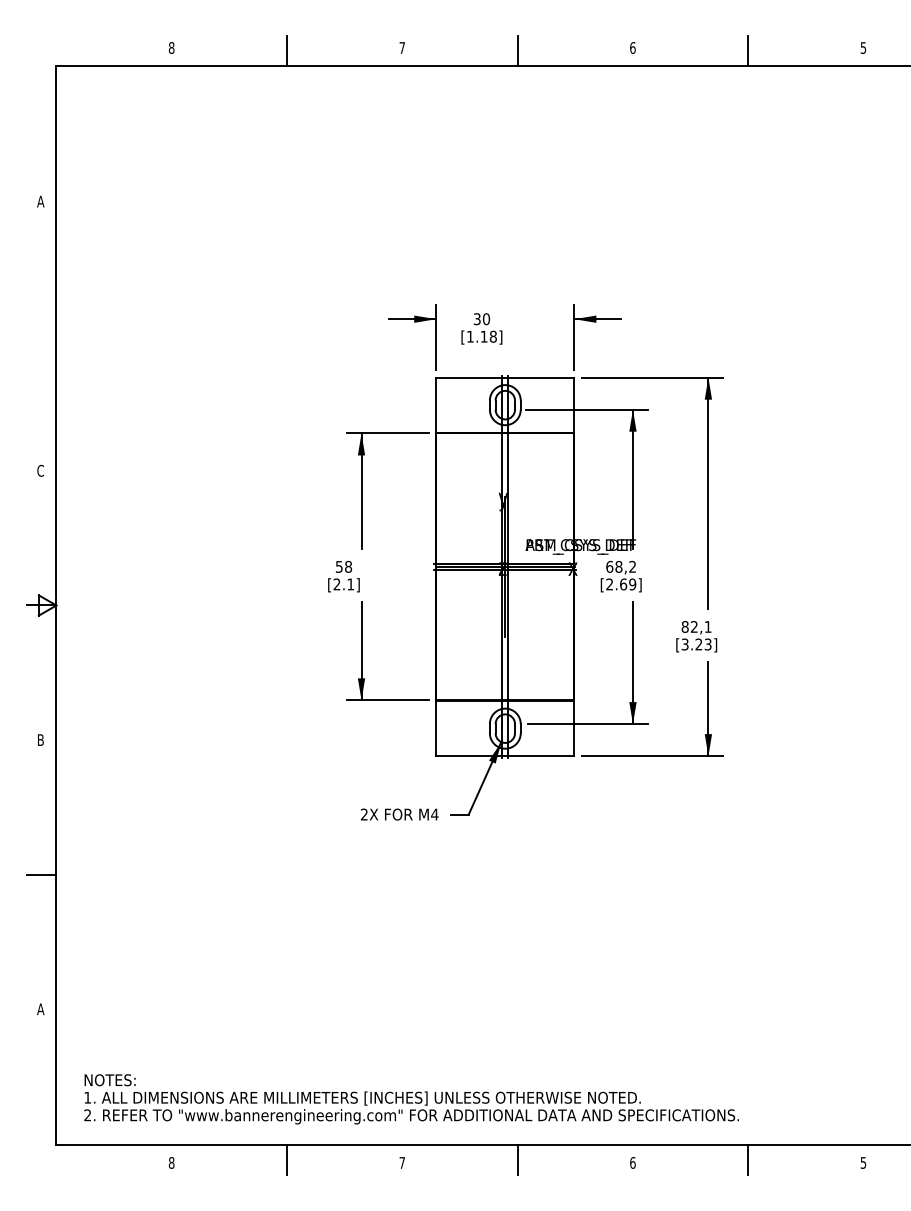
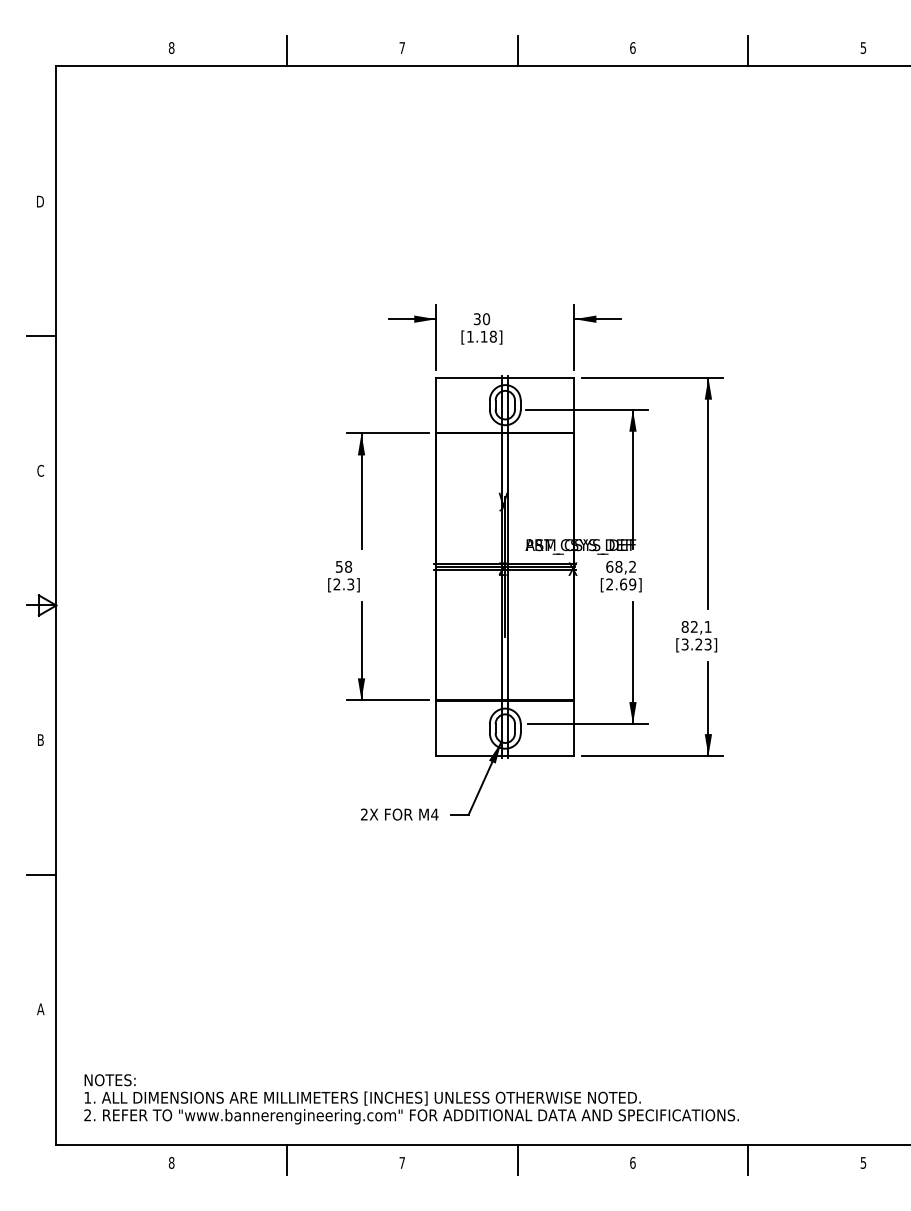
text at (40, 201): A -> D
line at (41, 336): none -> present
text at (350, 584): [2.1] -> [2.3]
